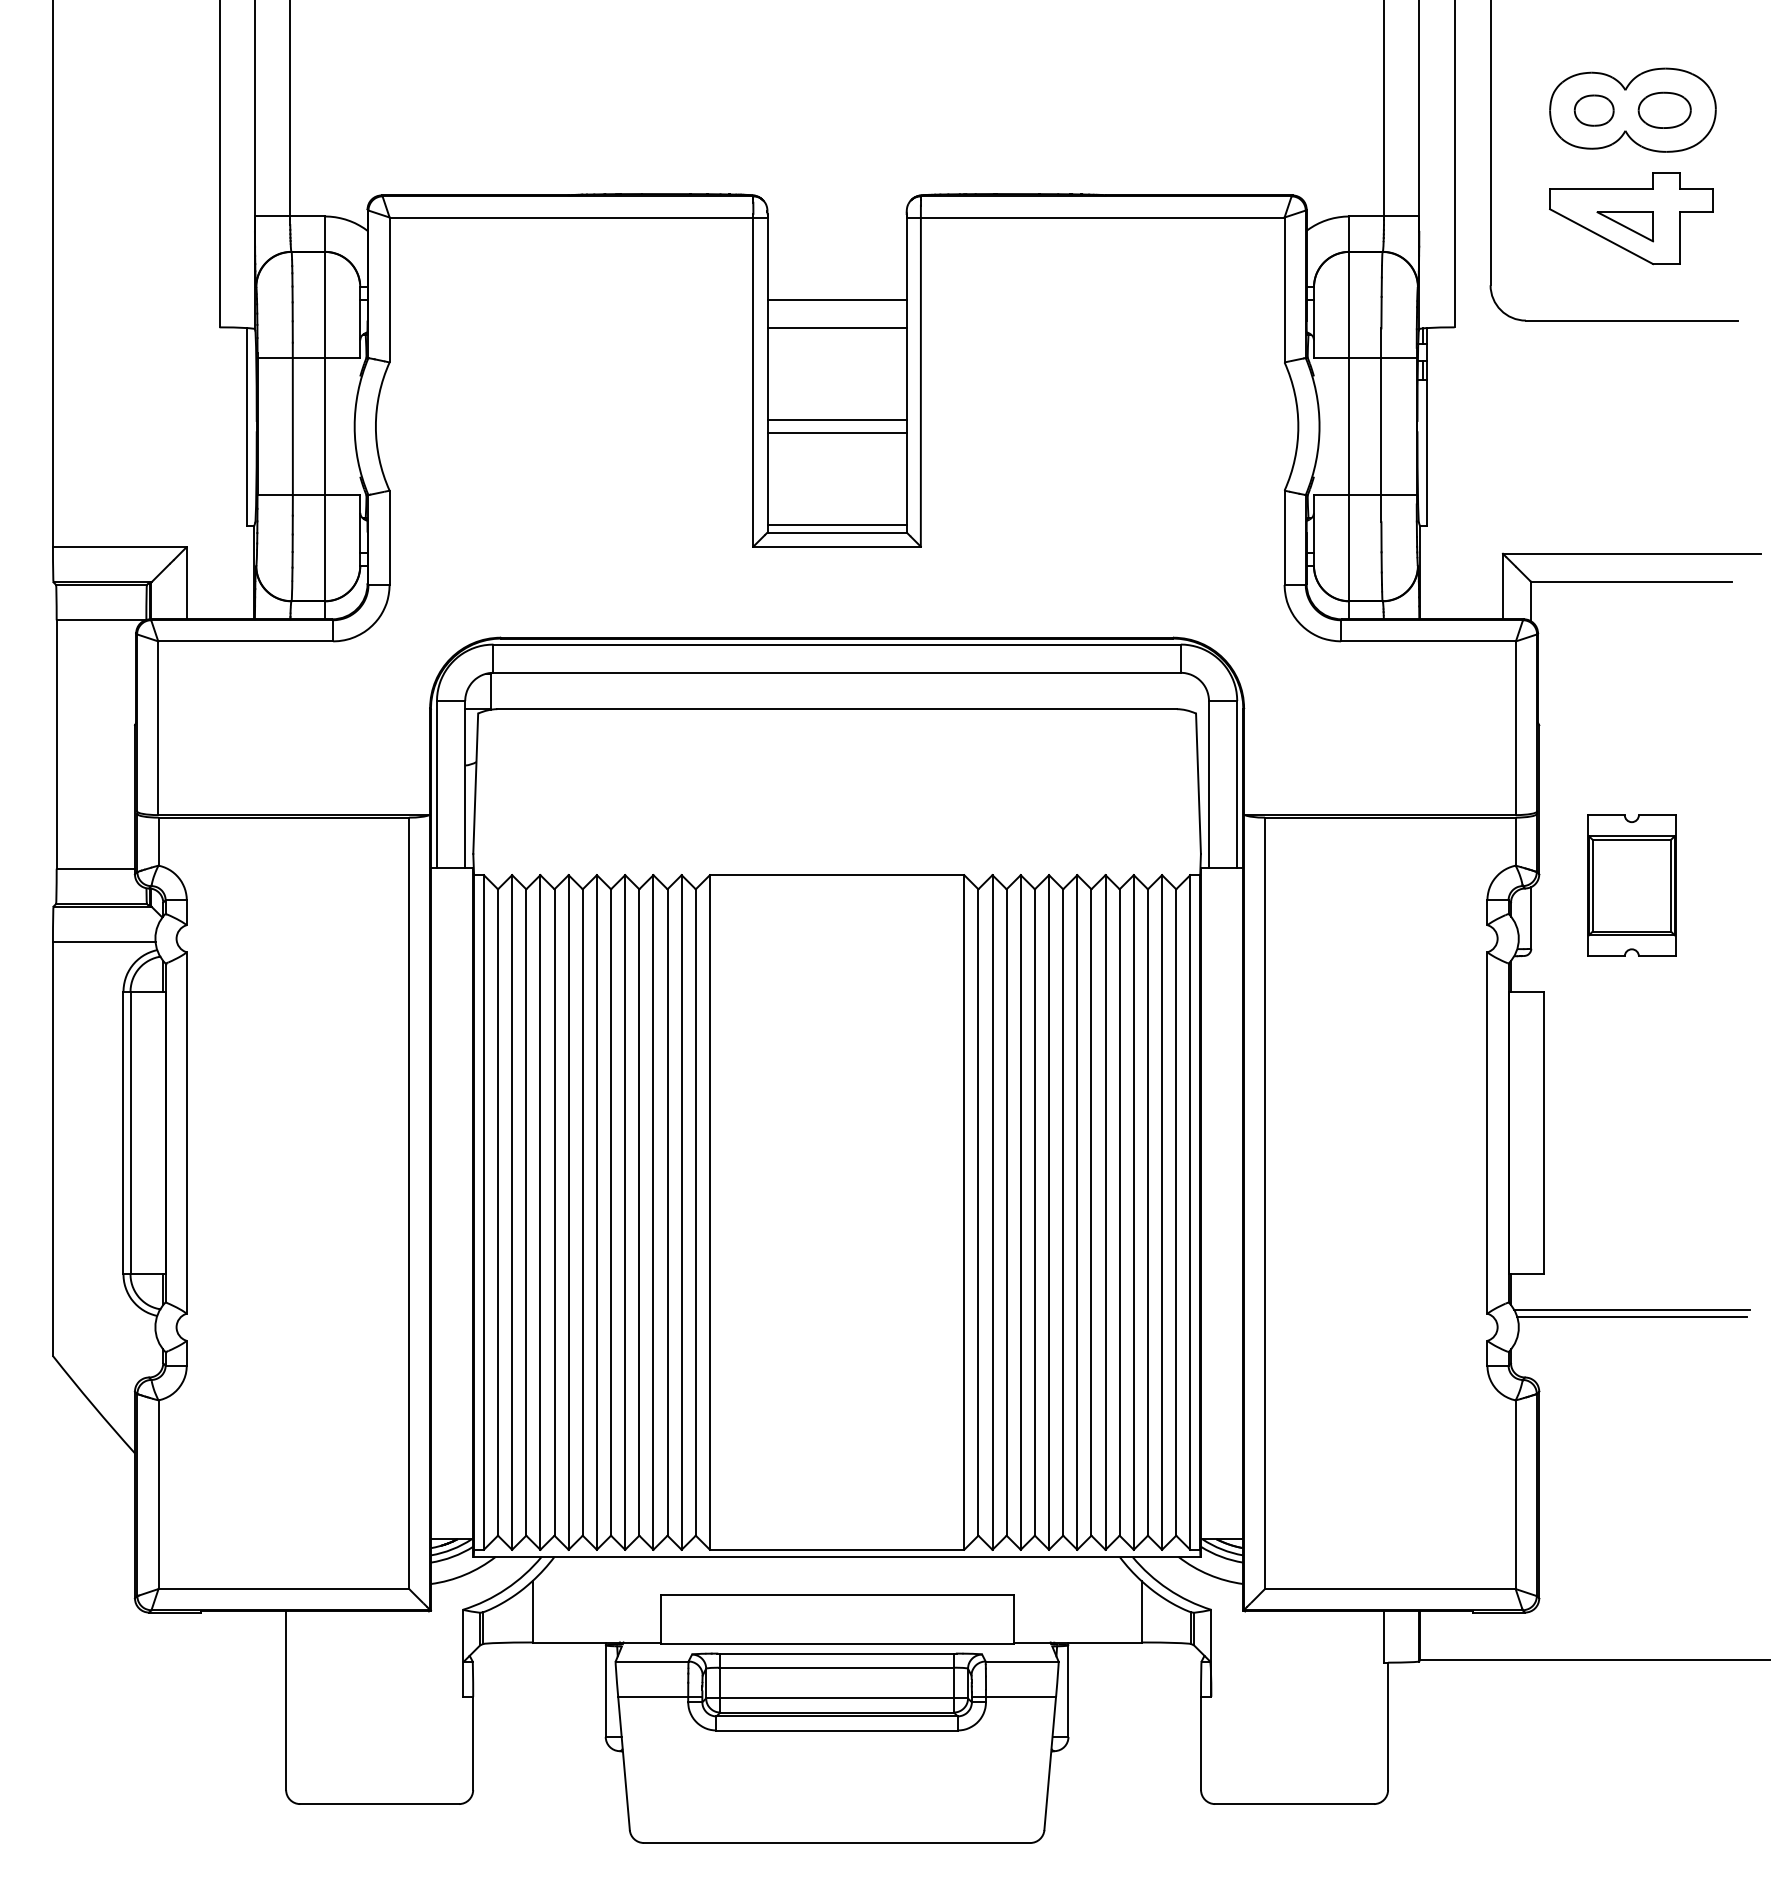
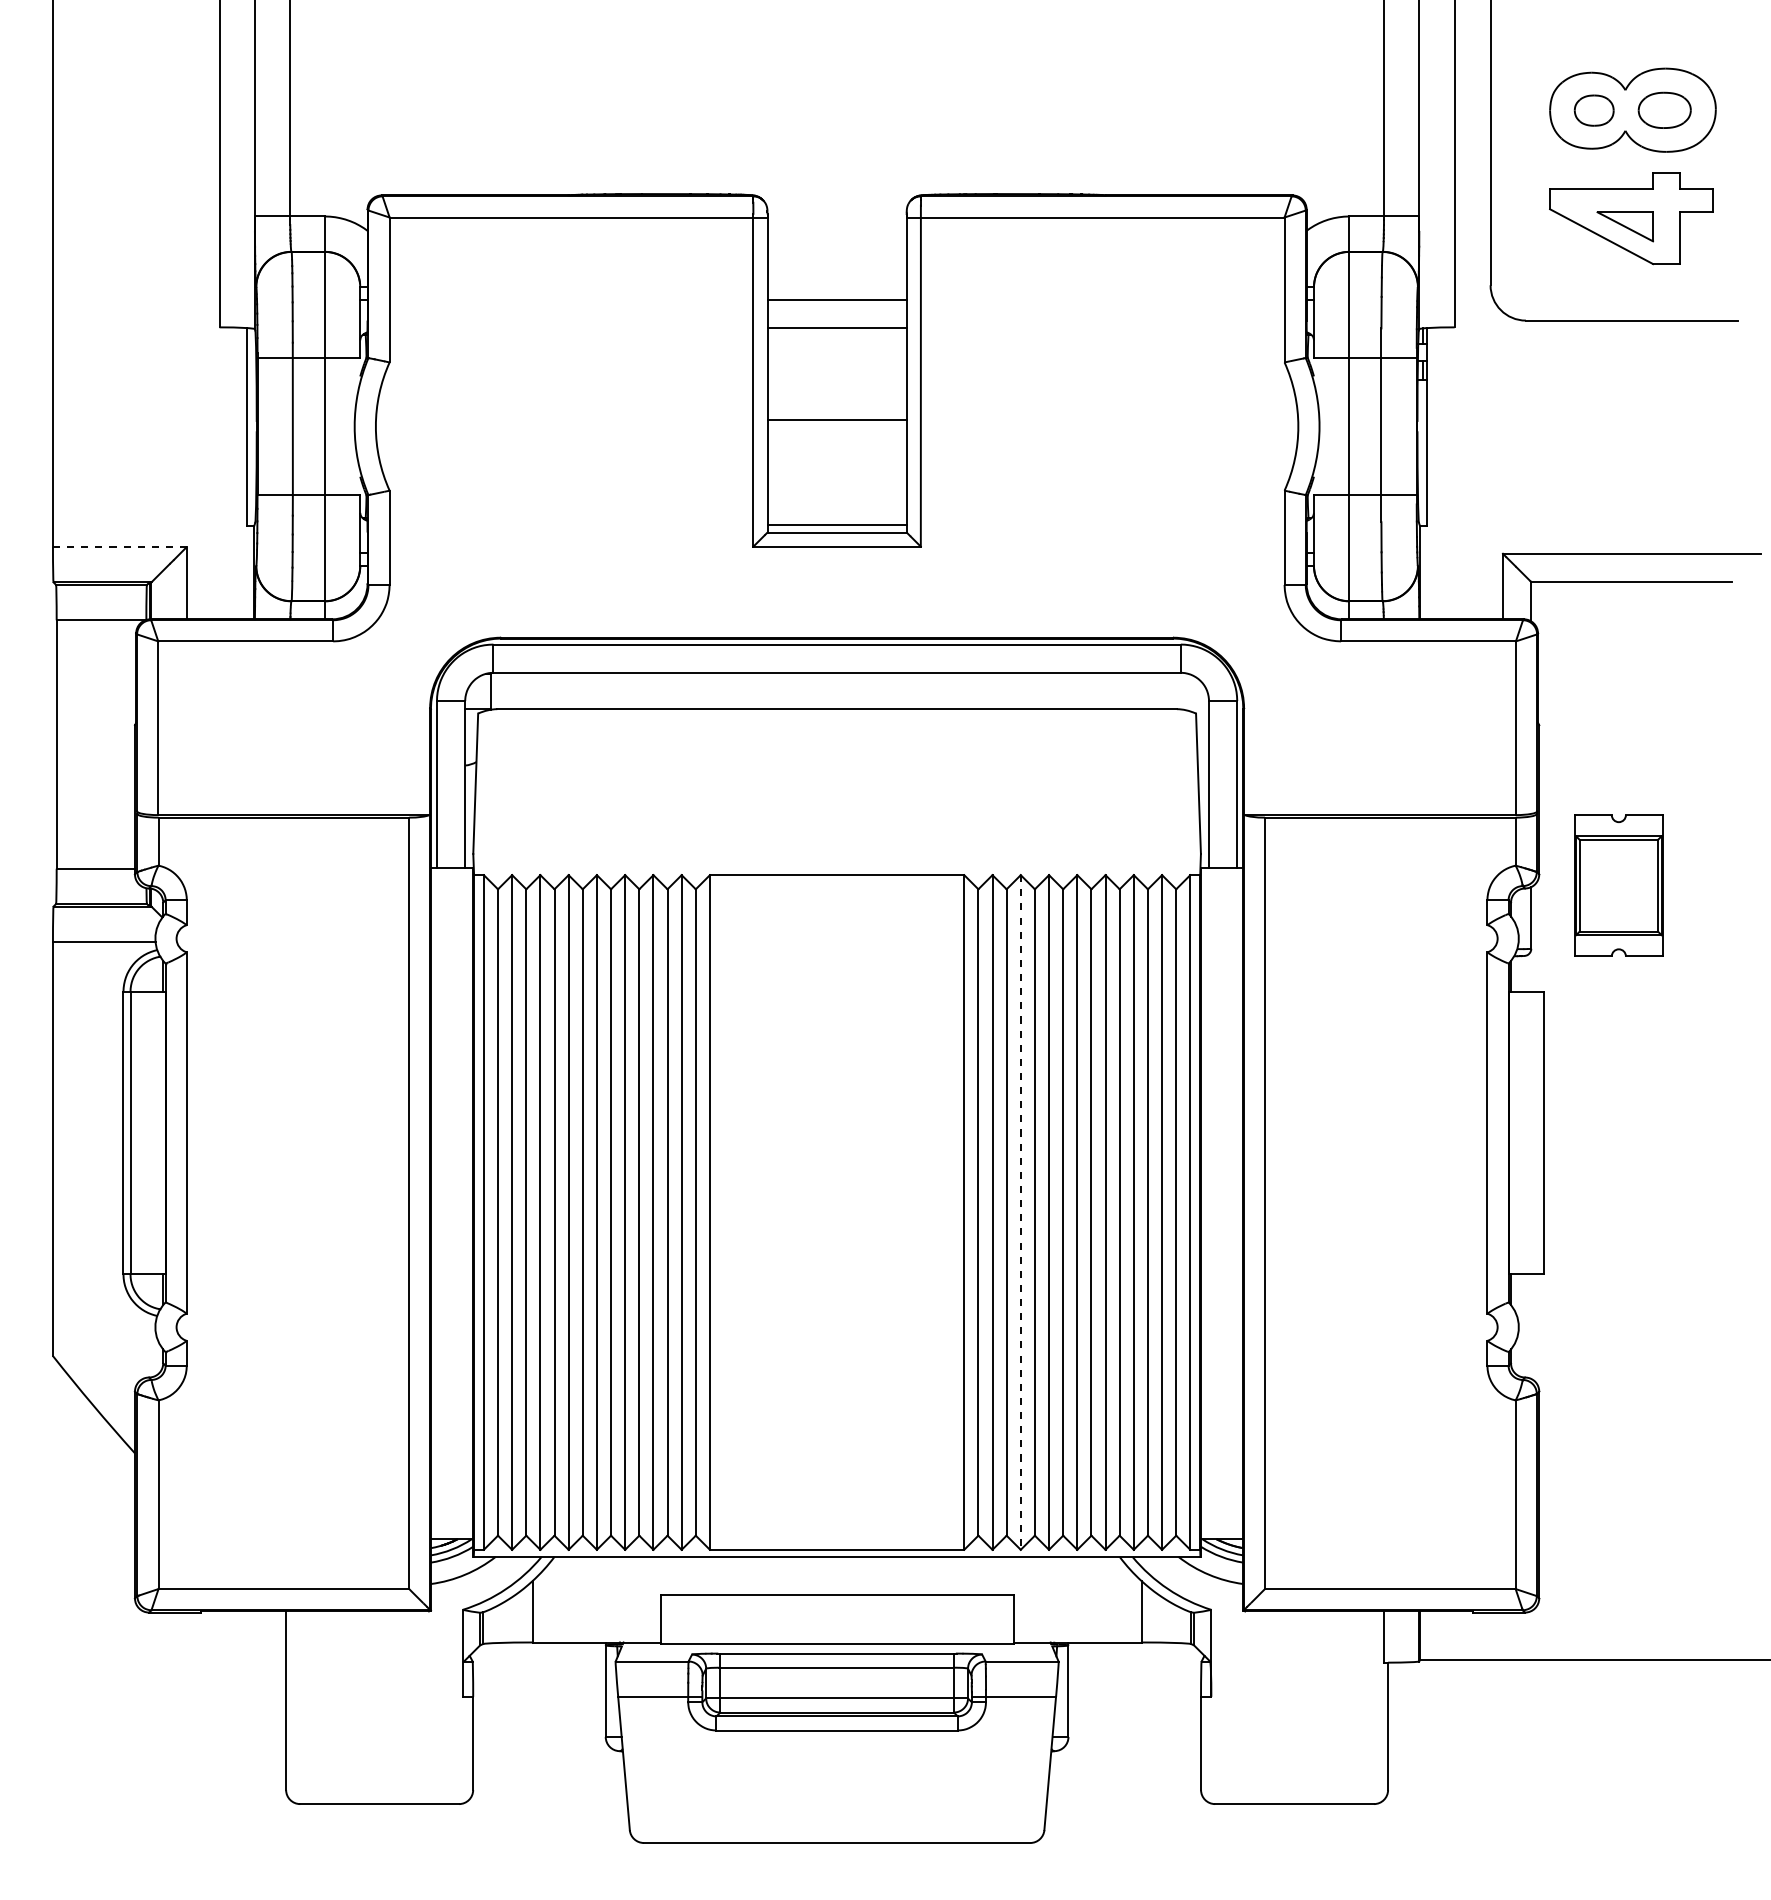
line at (836, 433): present -> none
line at (119, 547): solid -> dashed
part at (1631, 885) position: (1631, 885) -> (1618, 885)
line at (1020, 1212): solid -> dashed
line at (1631, 1309): present -> none
line at (1631, 1316): present -> none
